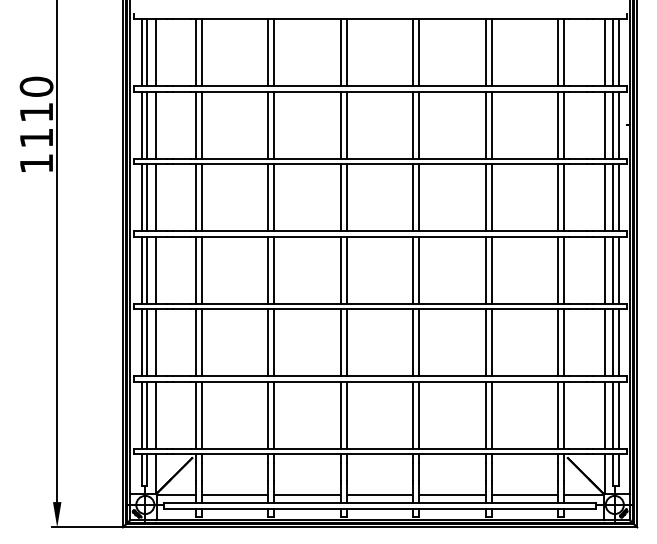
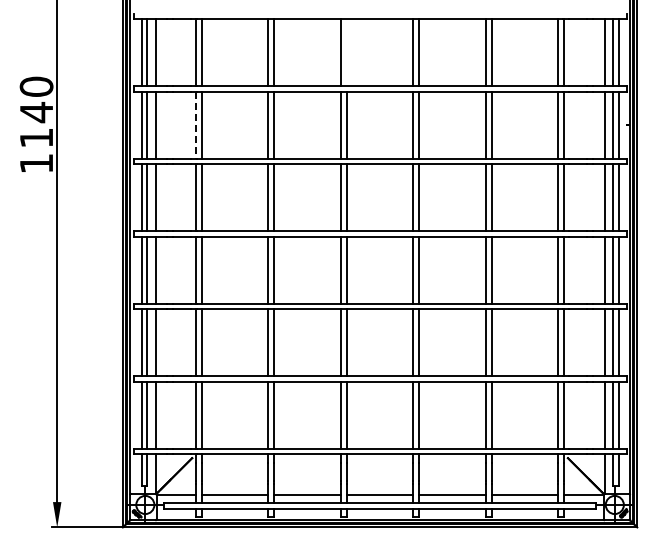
line at (346, 52): present -> none
text at (36, 112): 1110 -> 1140
line at (195, 125): solid -> dashed
